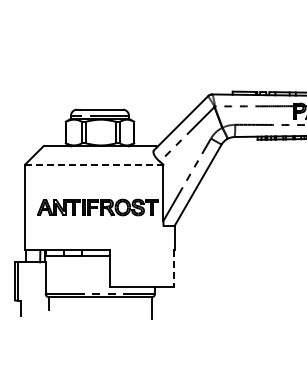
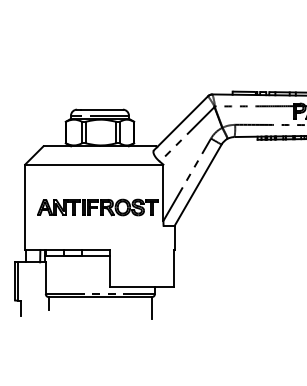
line at (94, 164): dashed -> solid
line at (174, 268): dashed -> solid
